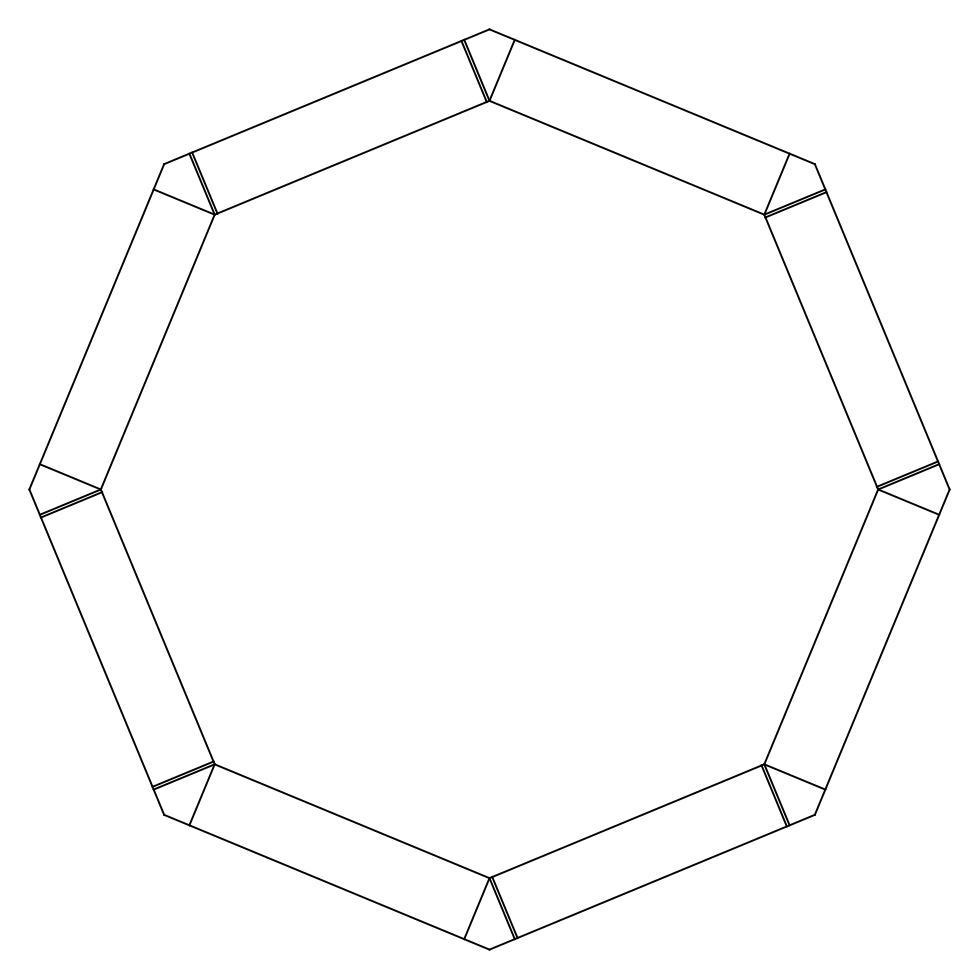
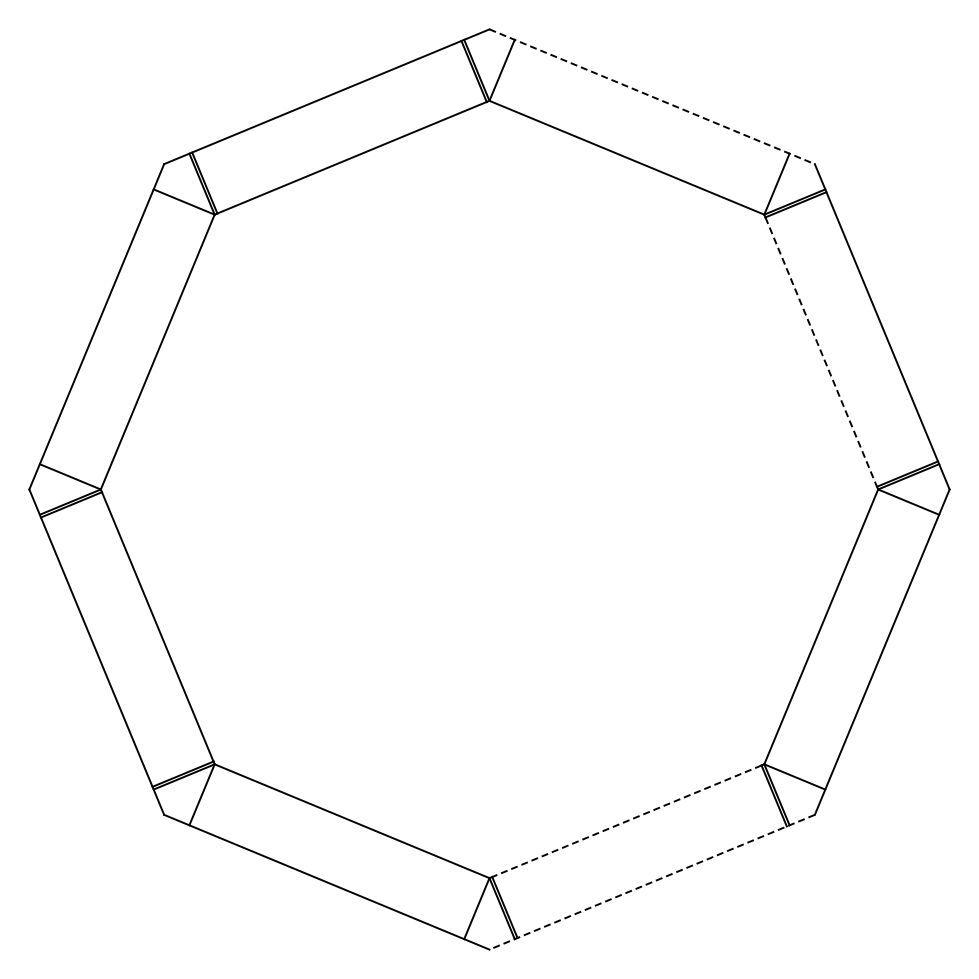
line at (652, 96): solid -> dashed
line at (821, 352): solid -> dashed
line at (626, 821): solid -> dashed
line at (651, 882): solid -> dashed
